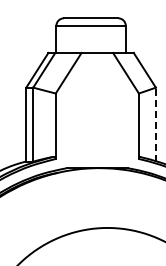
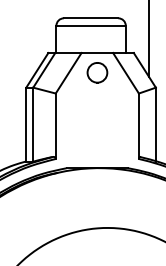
line at (149, 39): none -> present
part at (97, 72): none -> present
line at (155, 124): dashed -> solid
